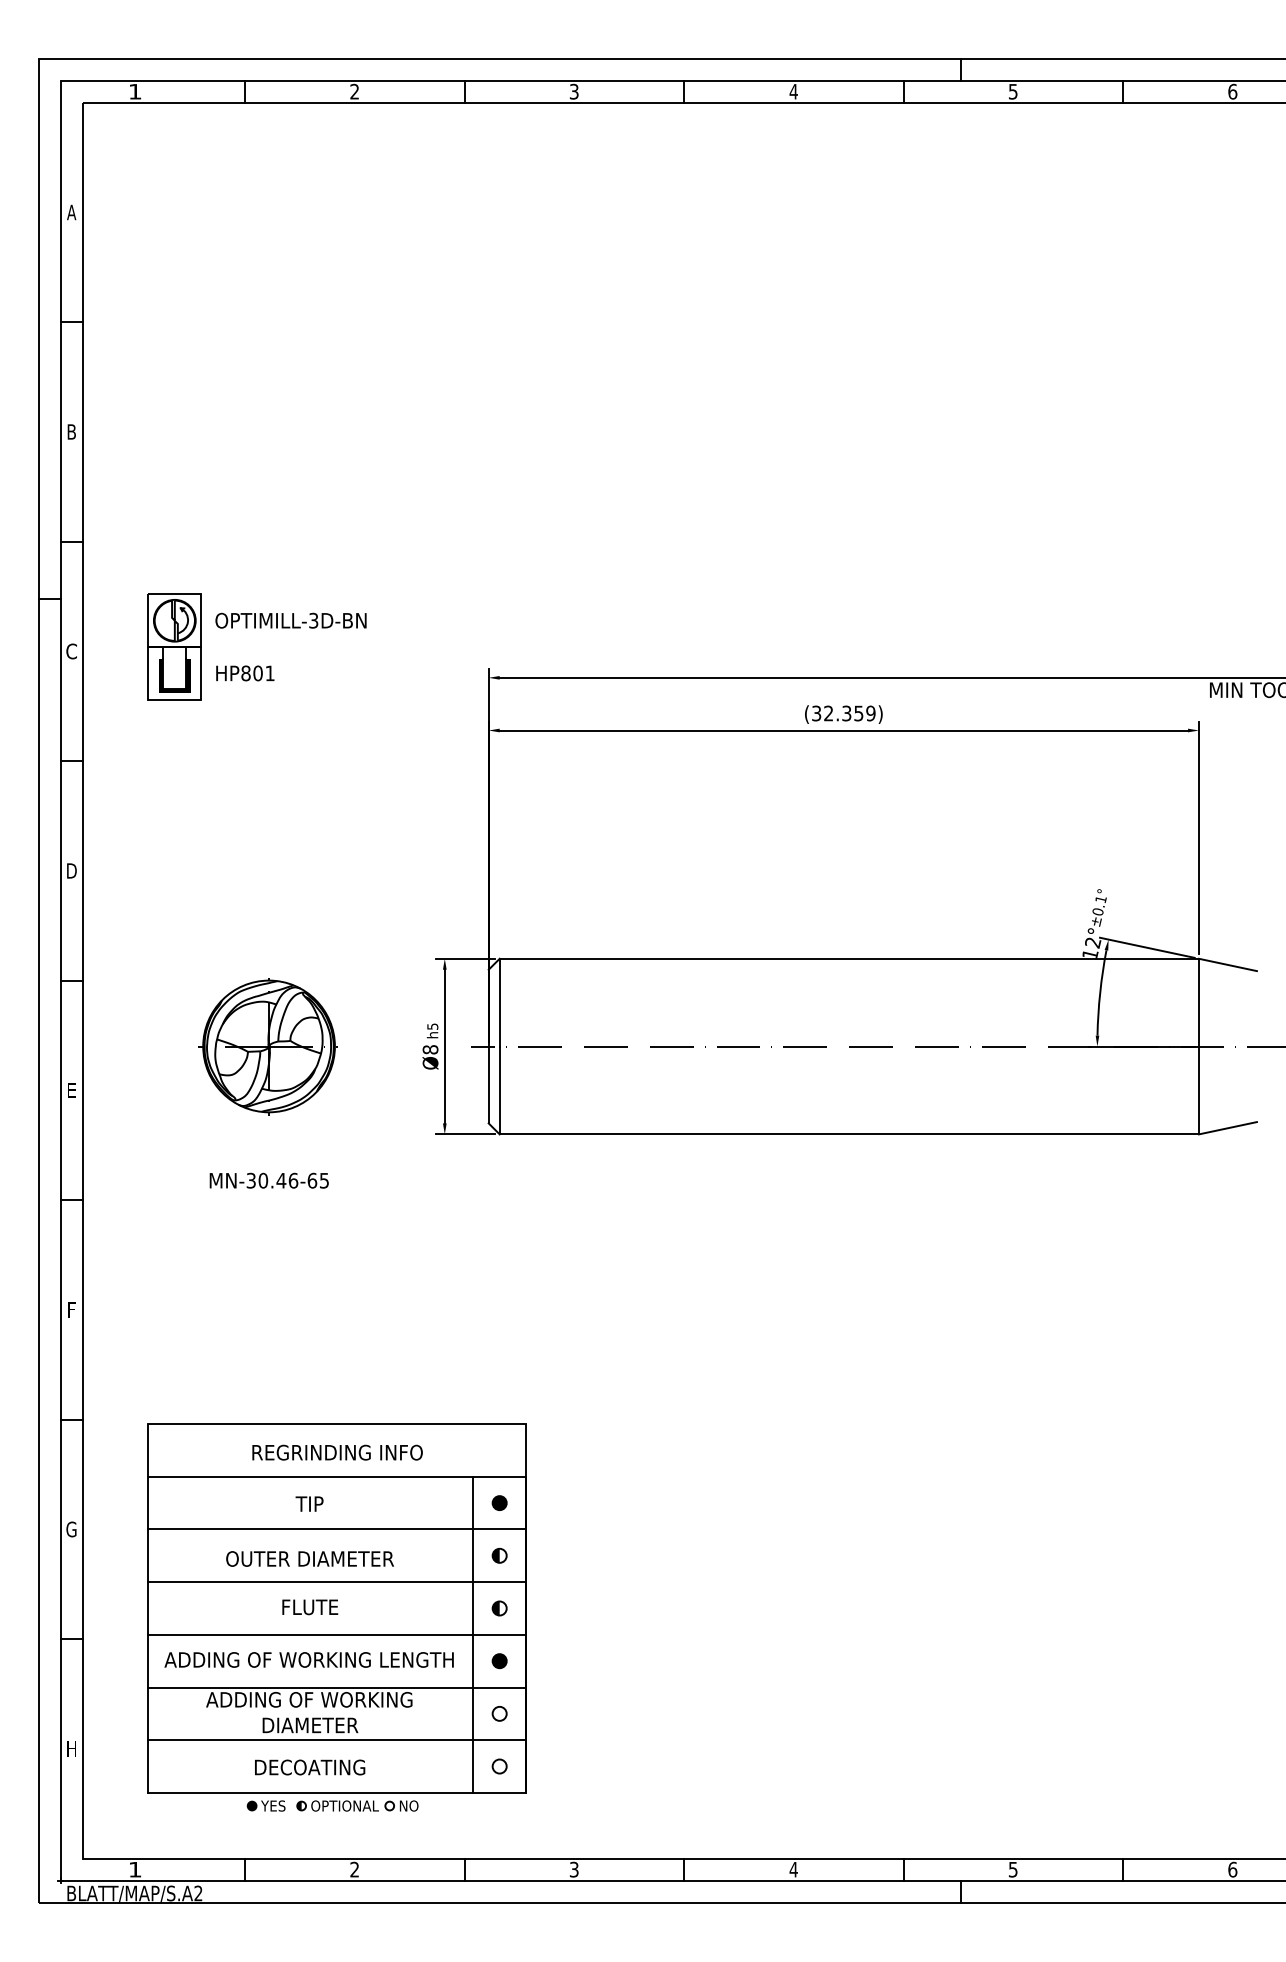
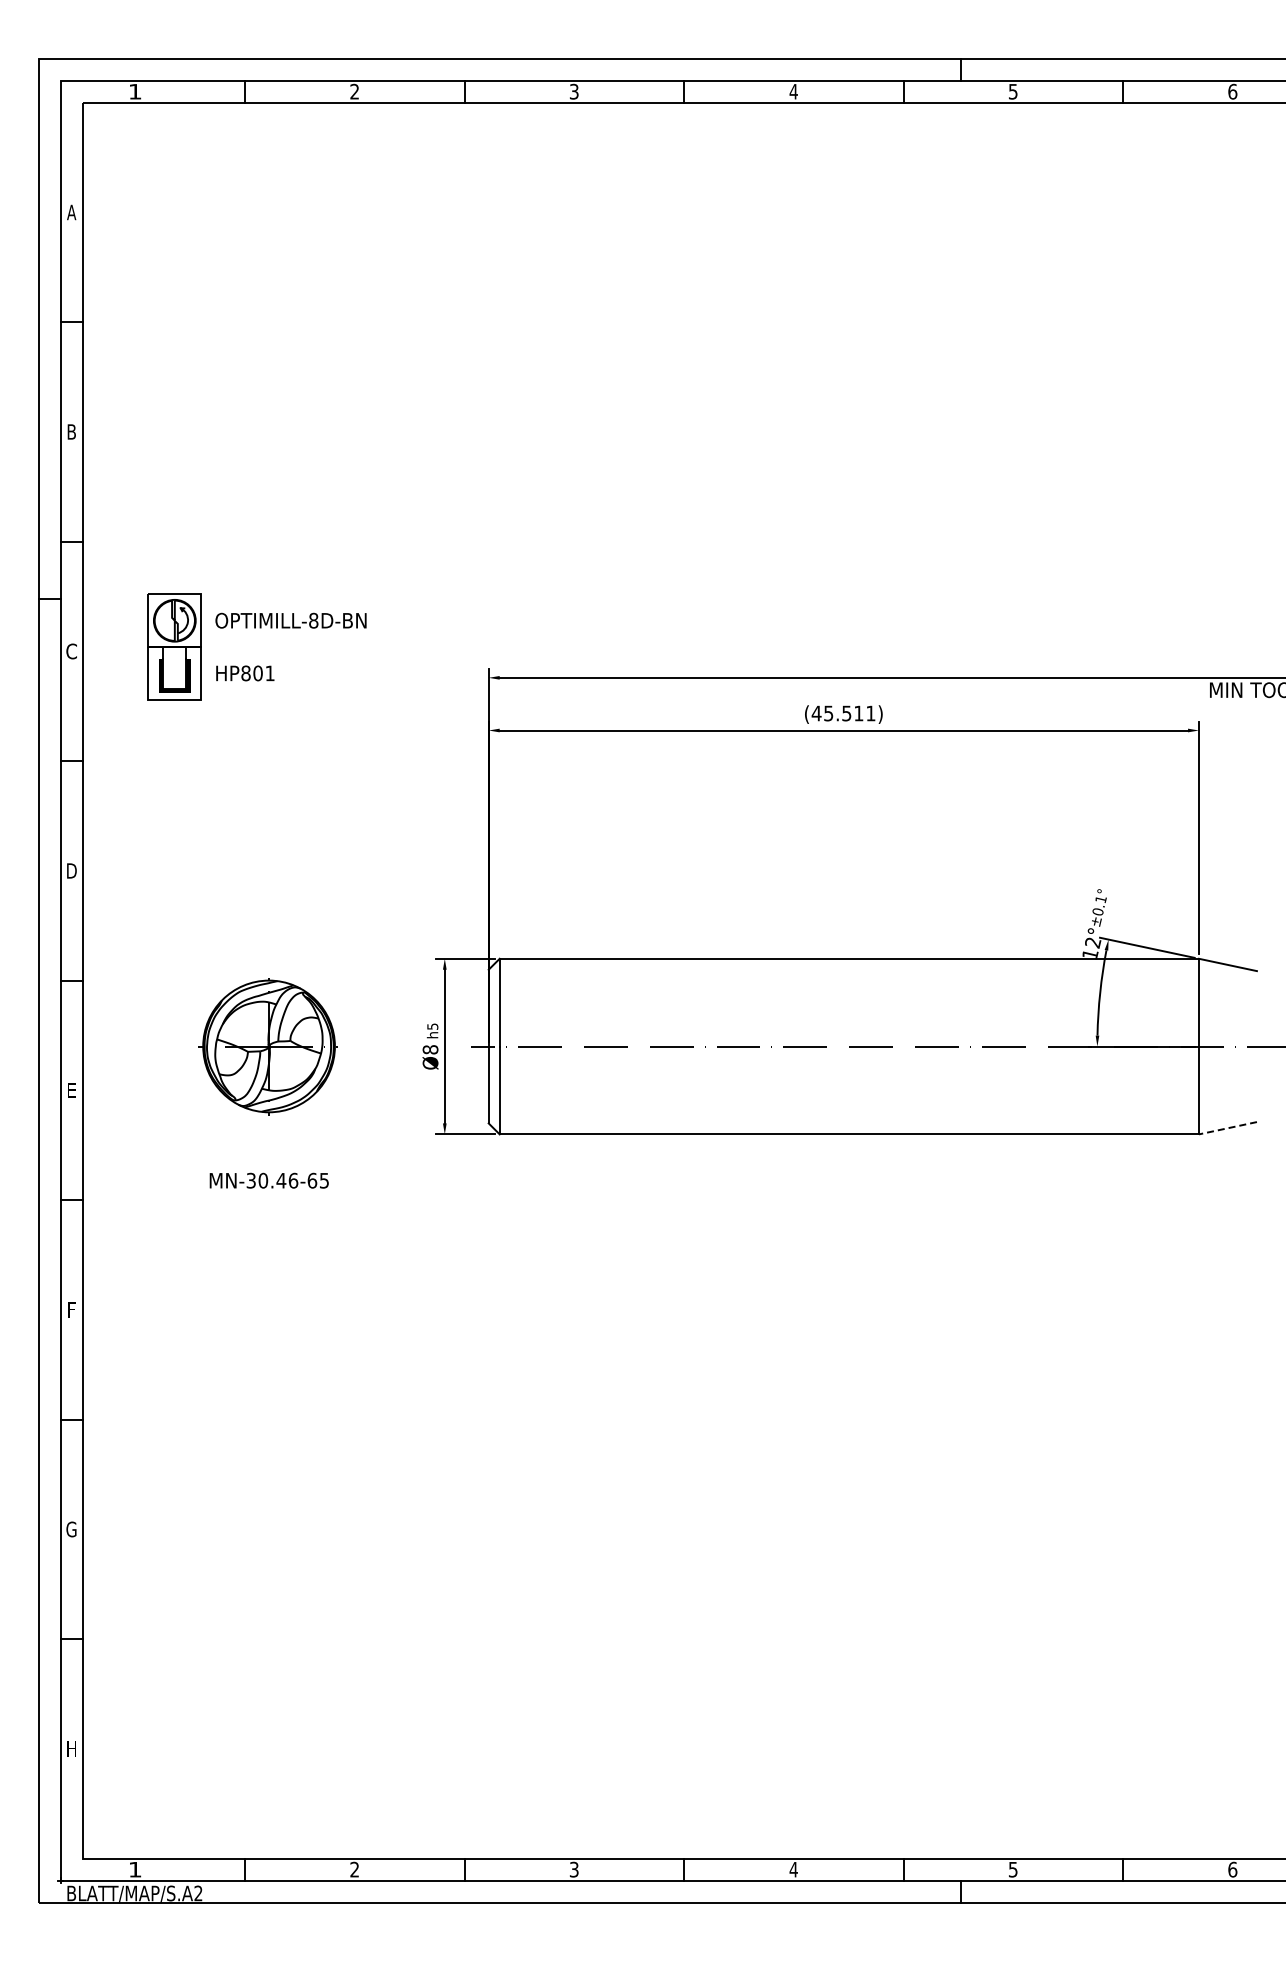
text at (313, 620): OPTIMILL-3D-BN -> OPTIMILL-8D-BN
text at (843, 713): (32.359) -> (45.511)
line at (1227, 1128): solid -> dashed
part at (336, 1617): present -> none
